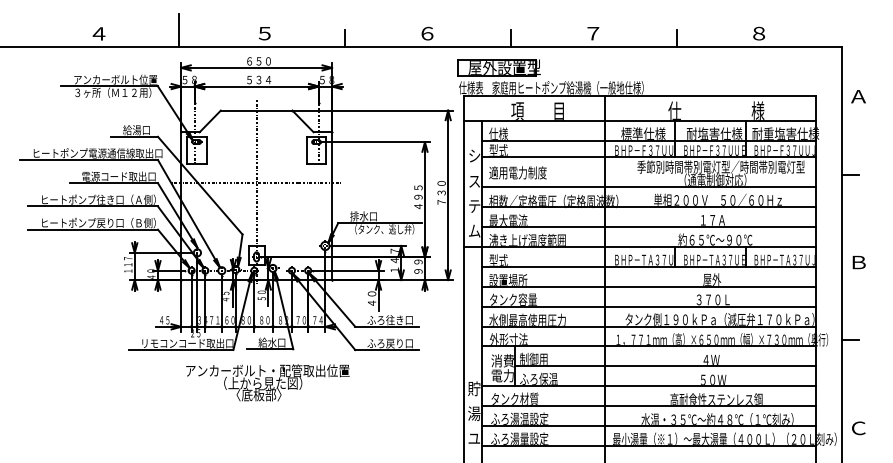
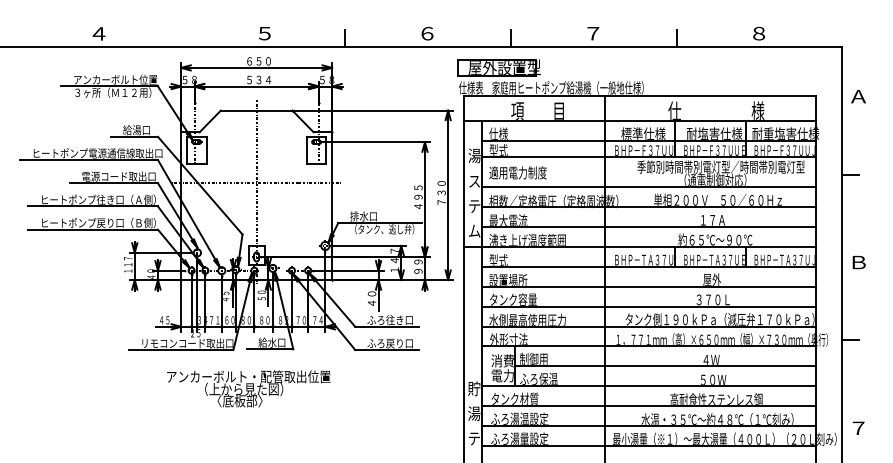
line at (179, 29): present -> none
text at (474, 155): シ -> 湯
text at (267, 382) position: (267, 382) -> (248, 388)
text at (858, 428): Ｃ -> ７
text at (473, 438): ユ -> テ
